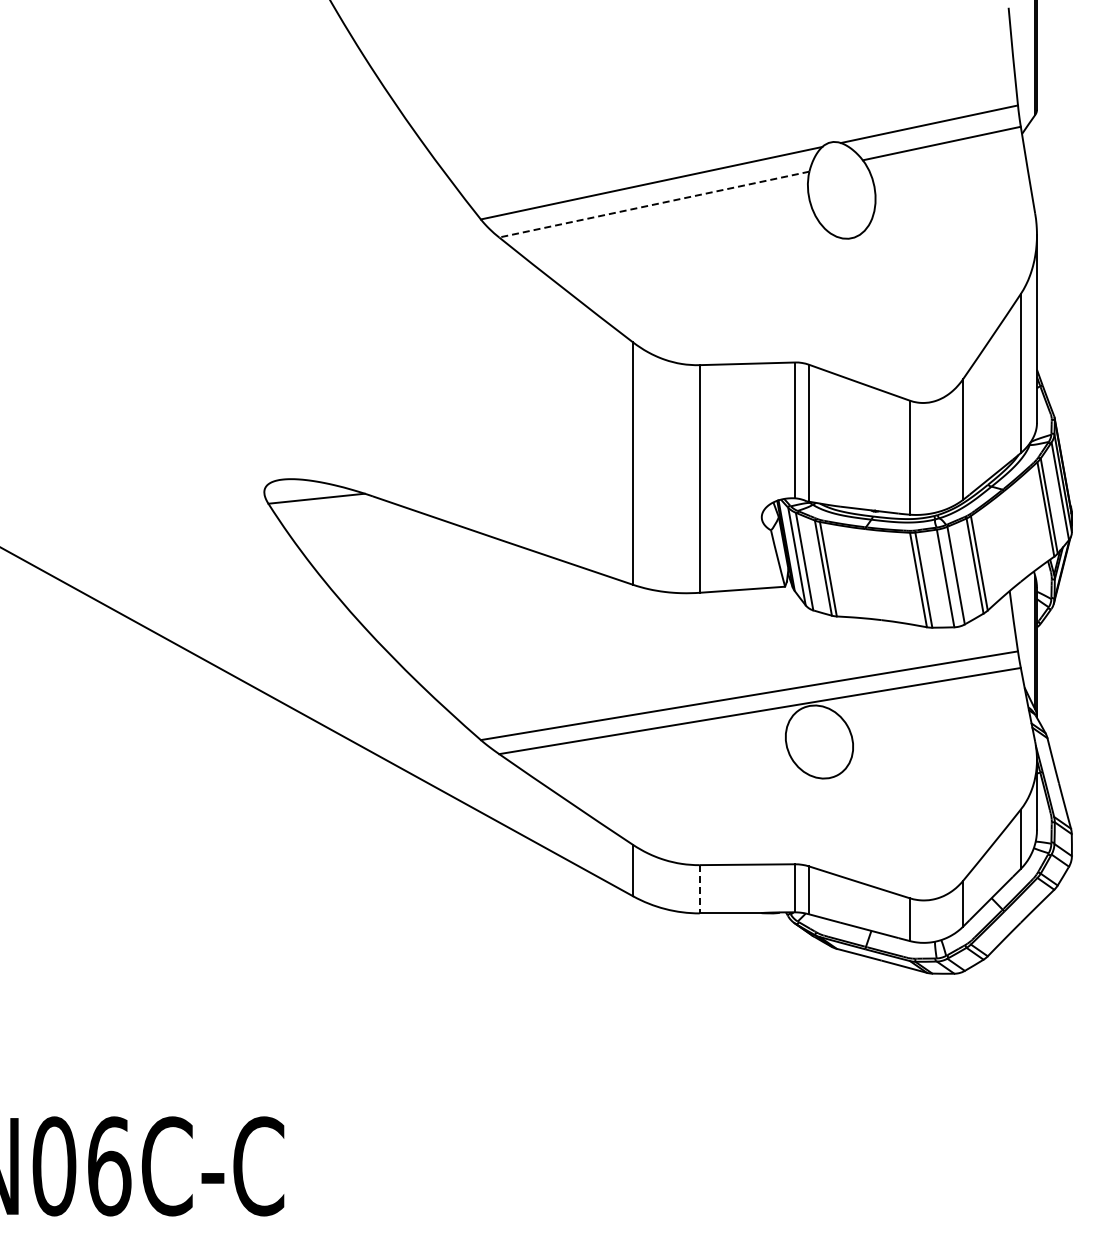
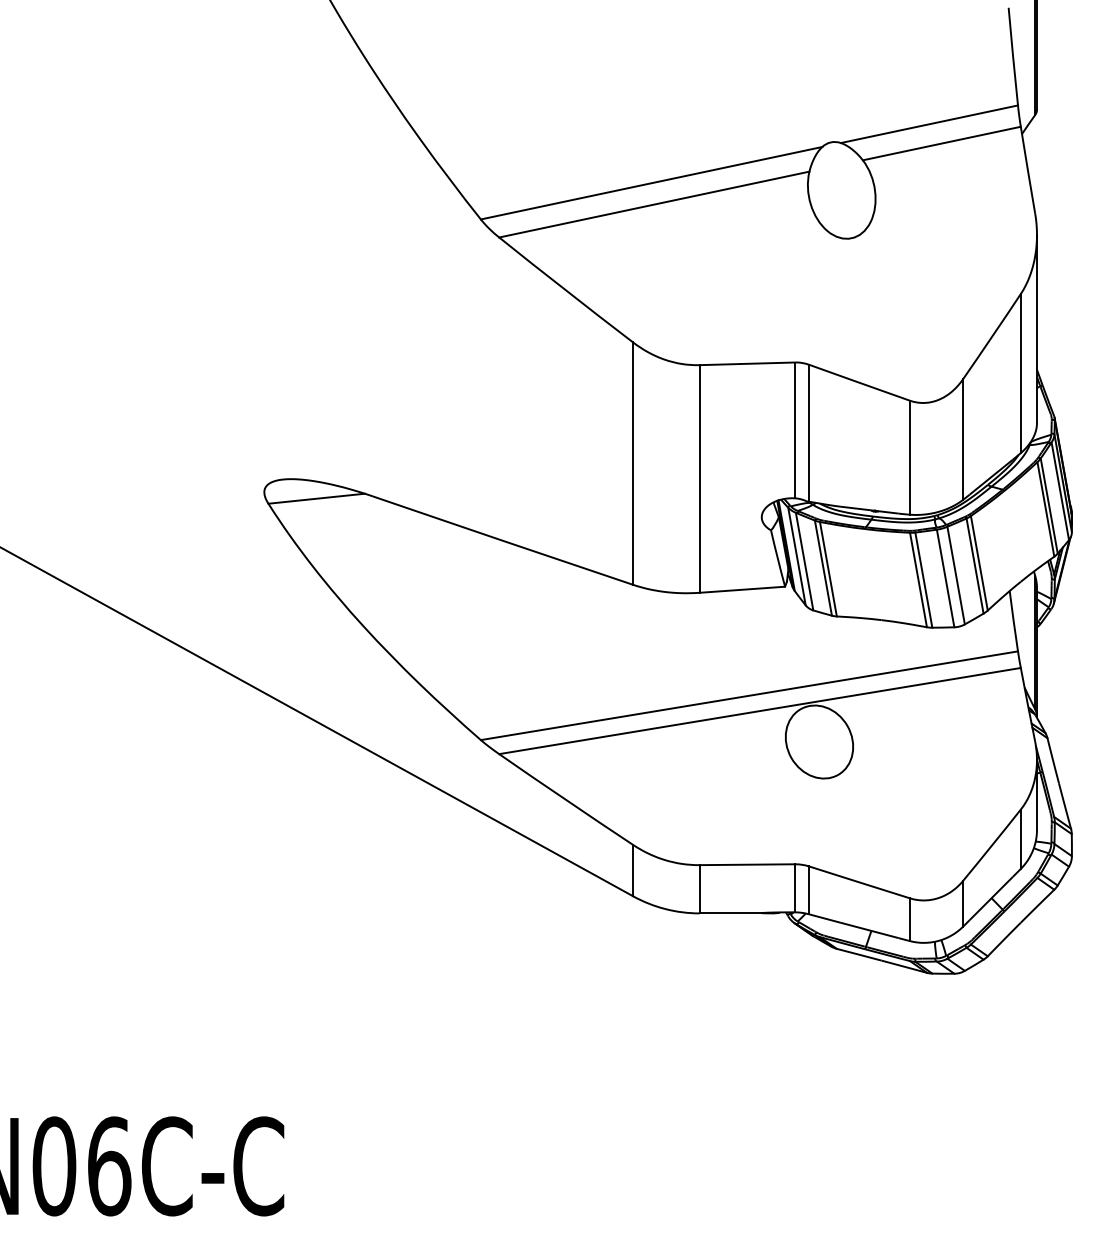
line at (654, 204): dashed -> solid
line at (699, 889): dashed -> solid
